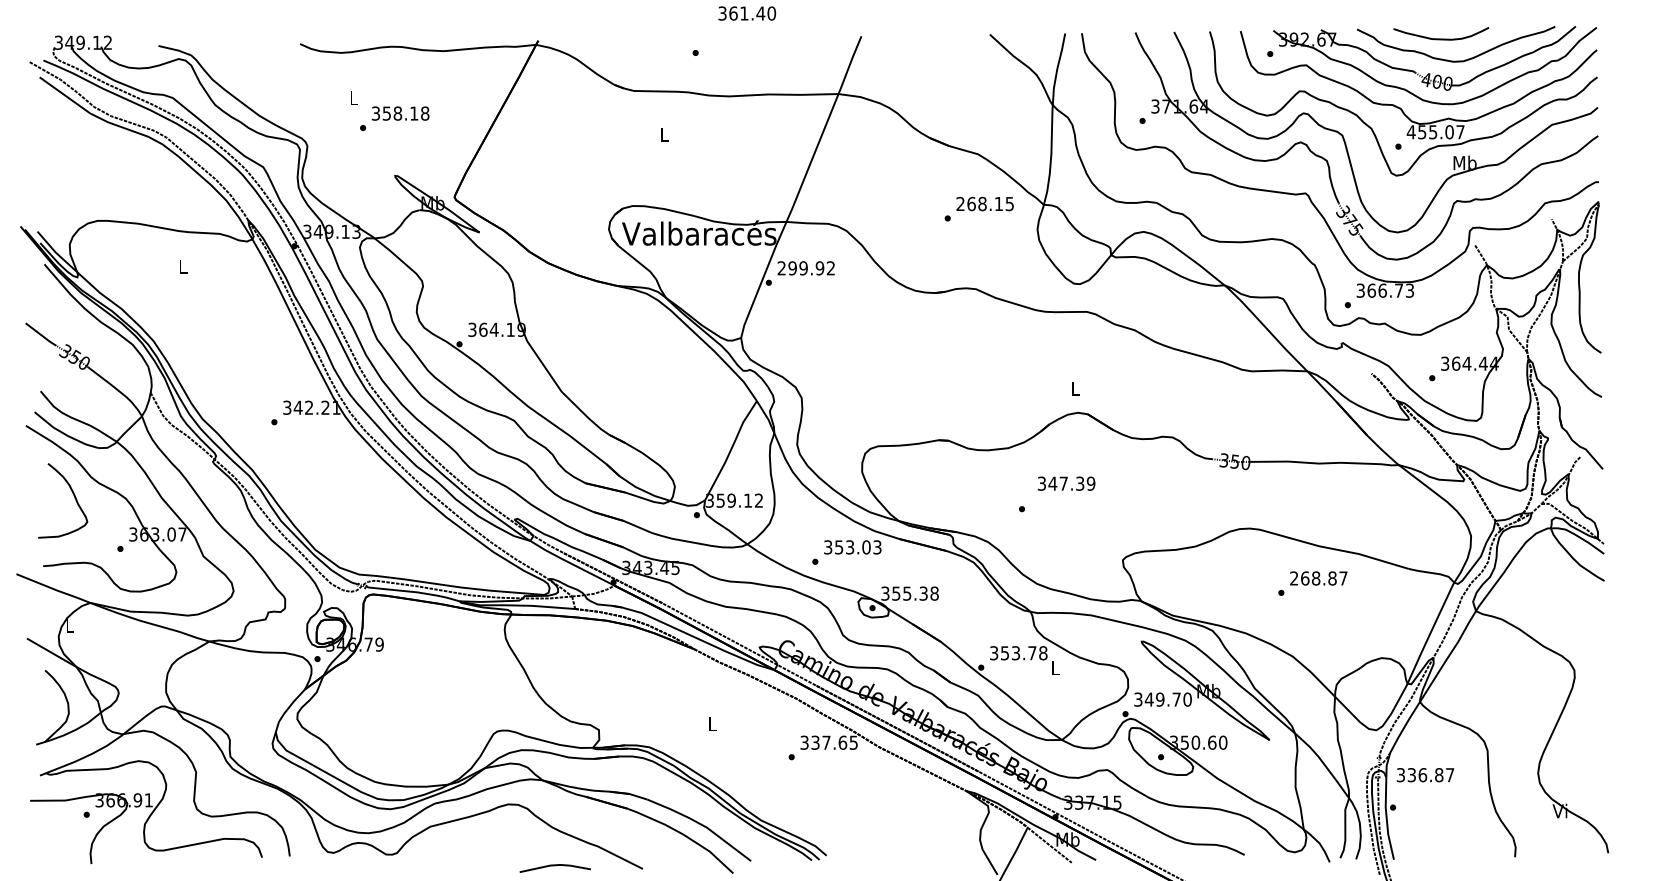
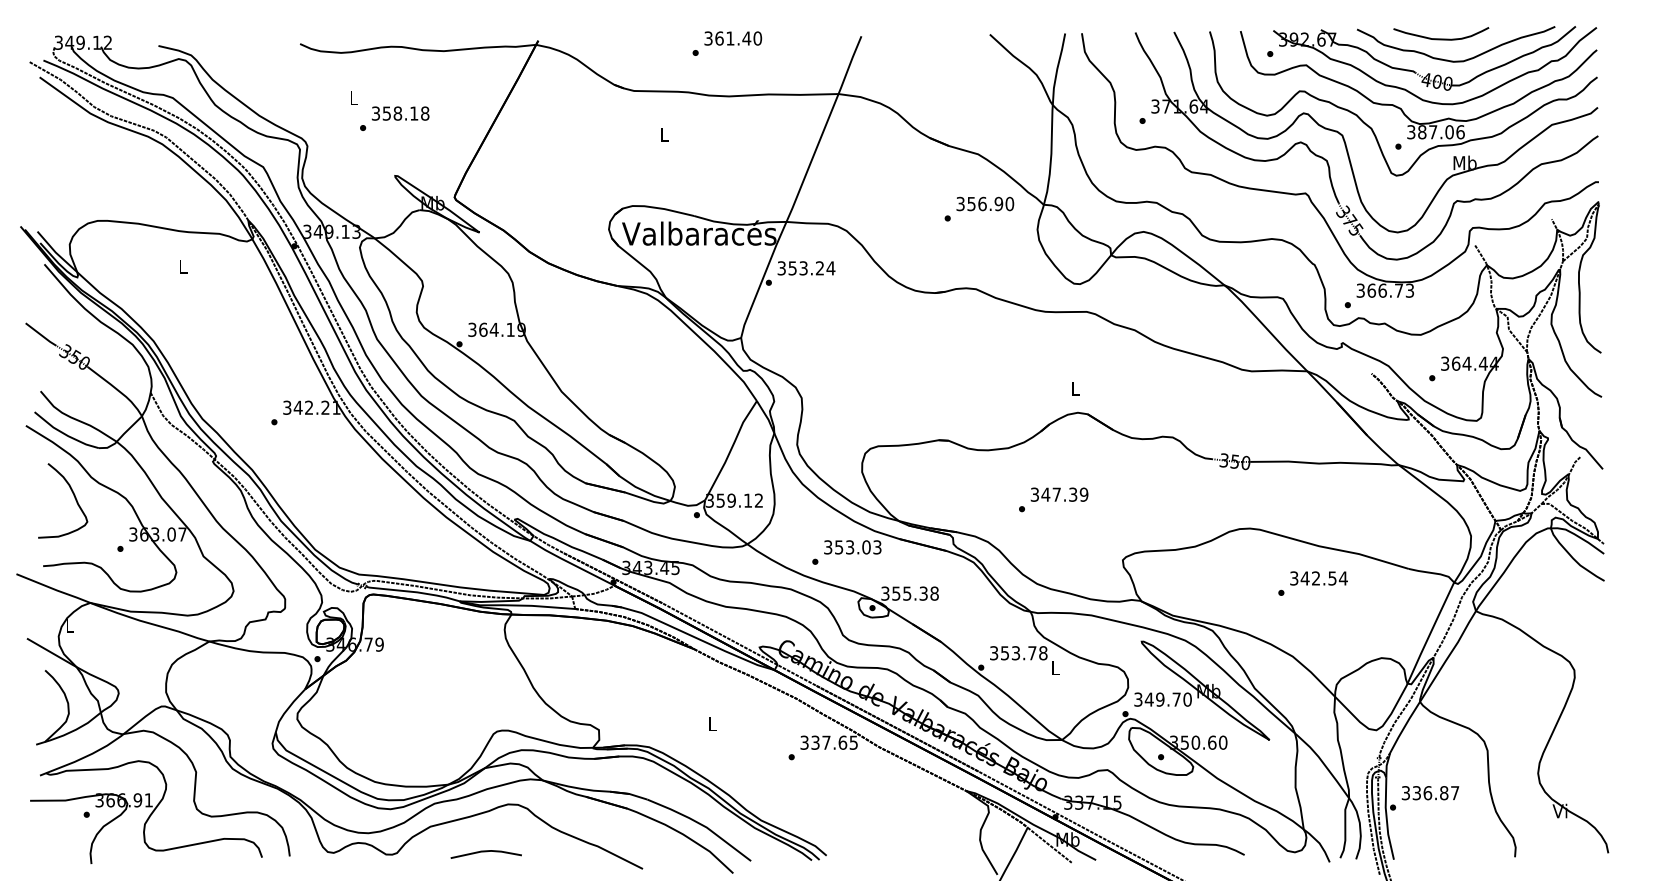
text at (747, 13) position: (747, 13) -> (733, 38)
text at (1435, 132): 455.07 -> 387.06
text at (985, 203): 268.15 -> 356.90
text at (806, 268): 299.92 -> 353.24
text at (1066, 483) position: (1066, 483) -> (1059, 494)
text at (1318, 578): 268.87 -> 342.54
text at (1425, 775) position: (1425, 775) -> (1430, 793)
line at (554, 866) position: (554, 866) -> (485, 852)
